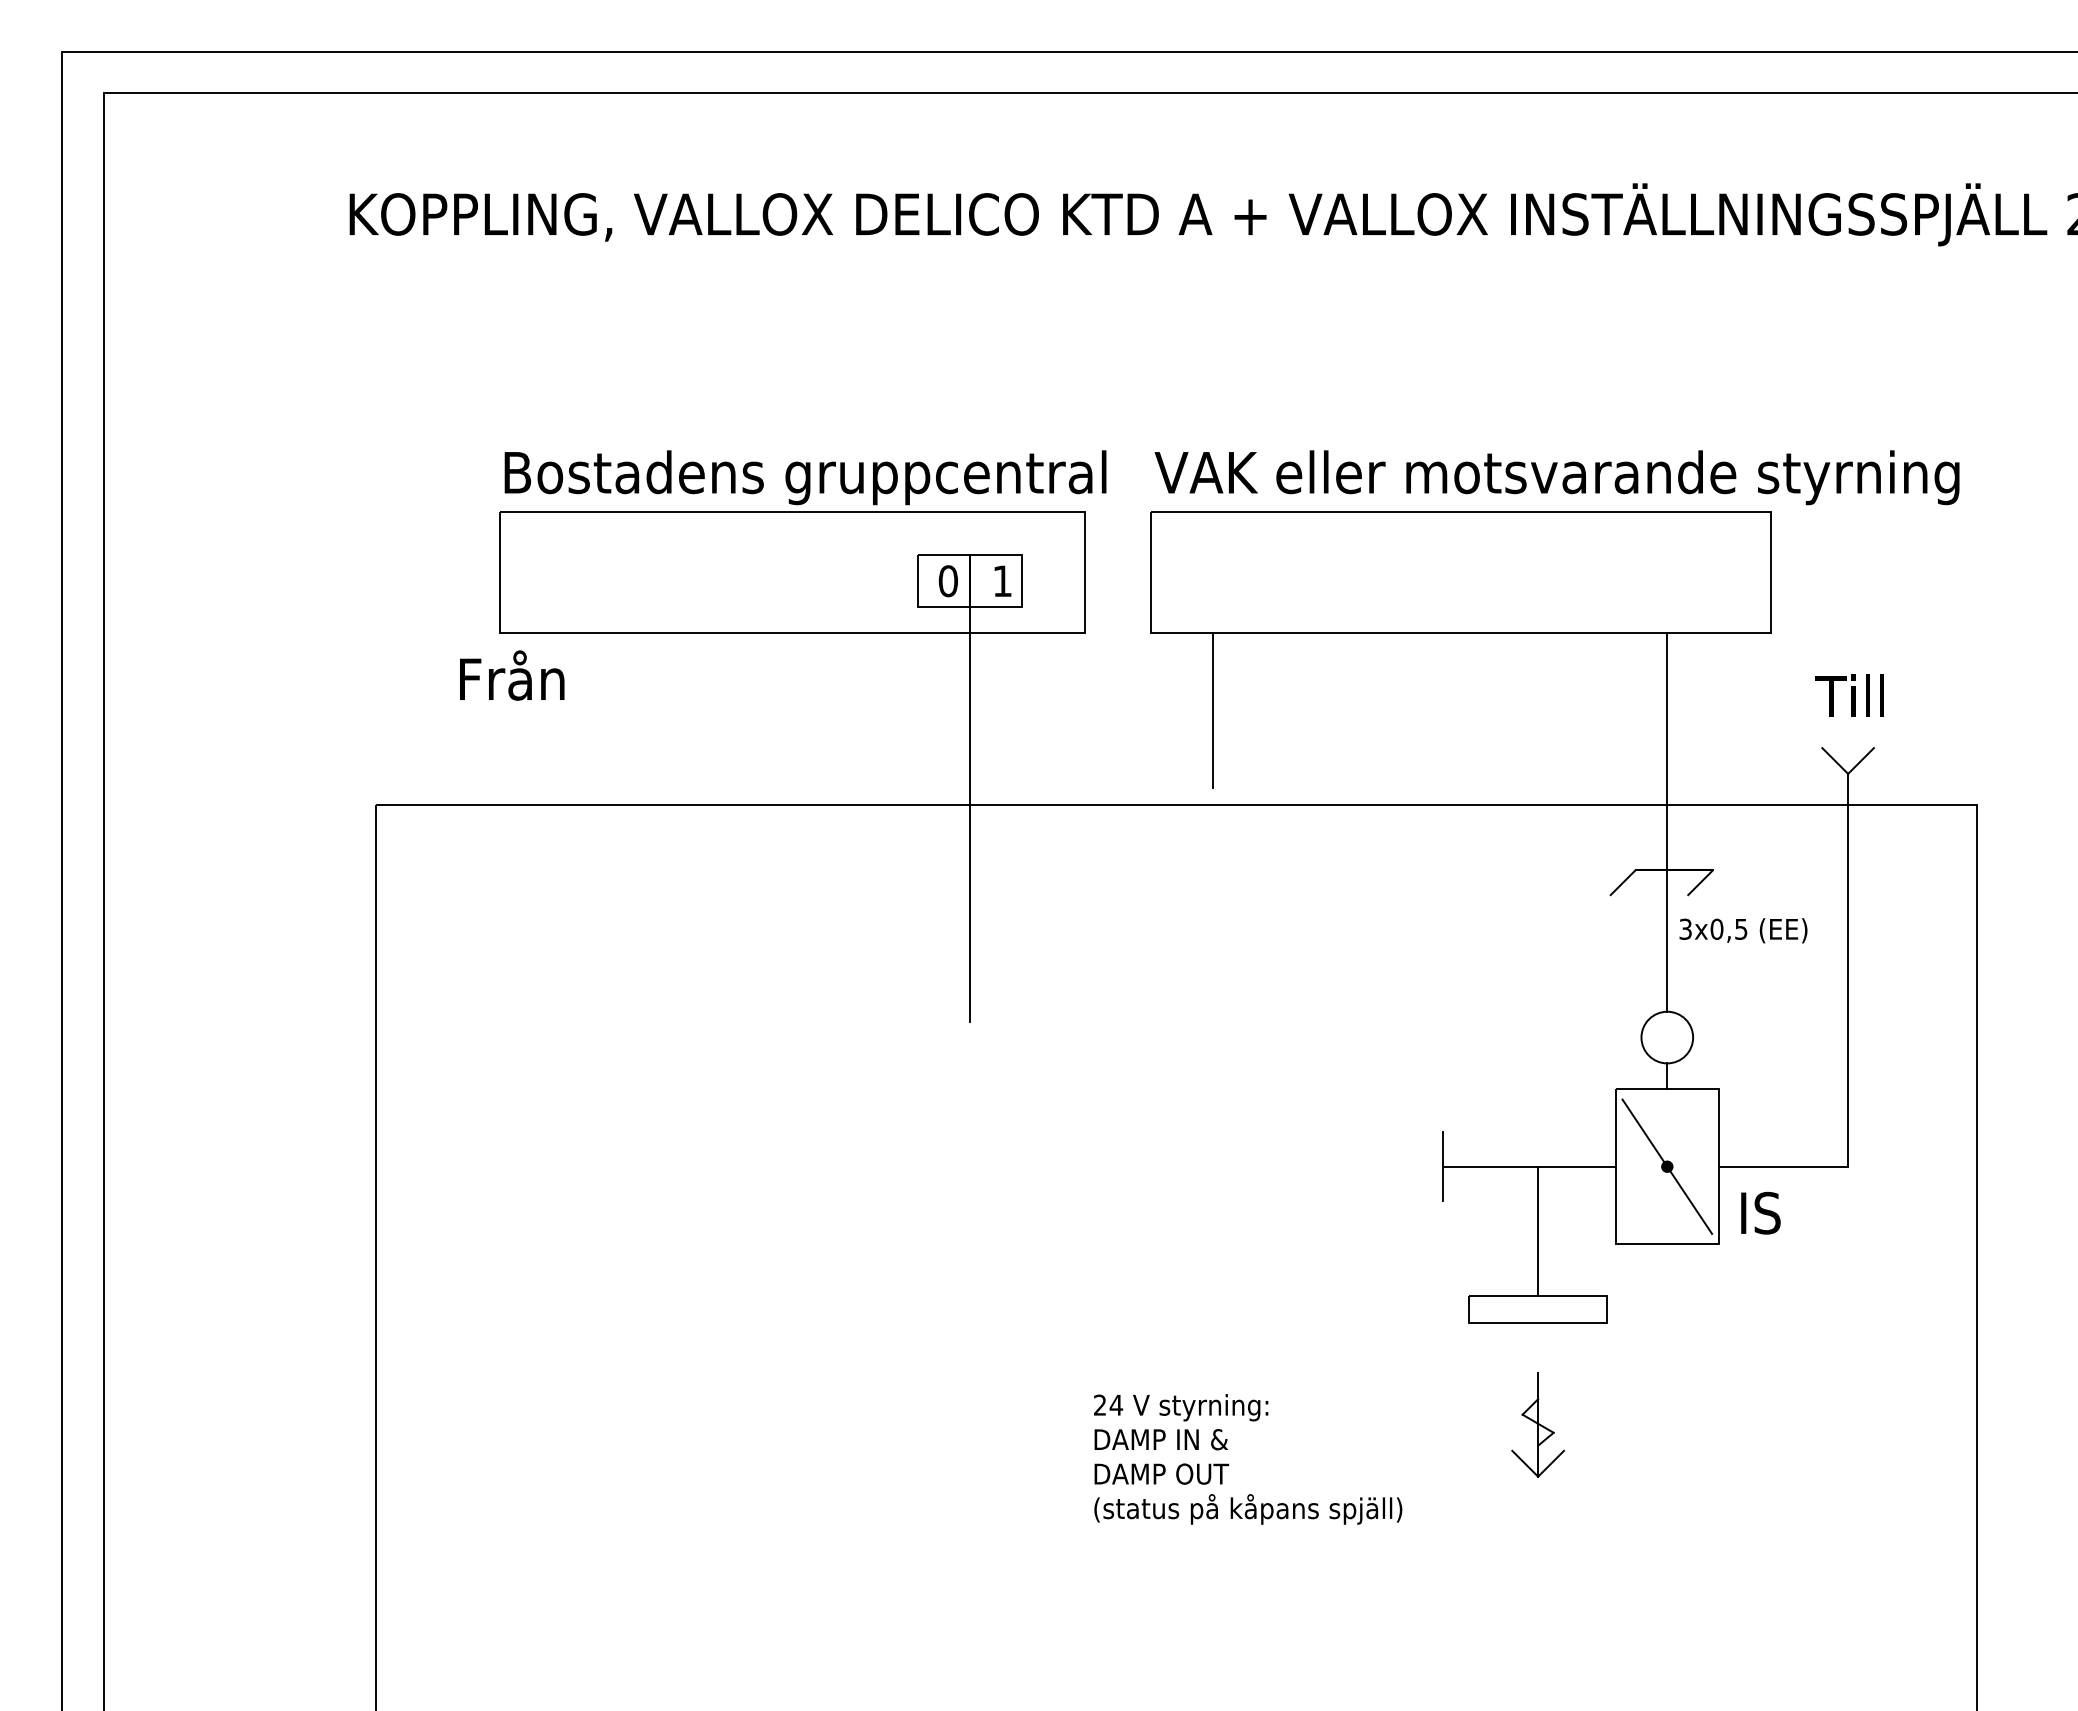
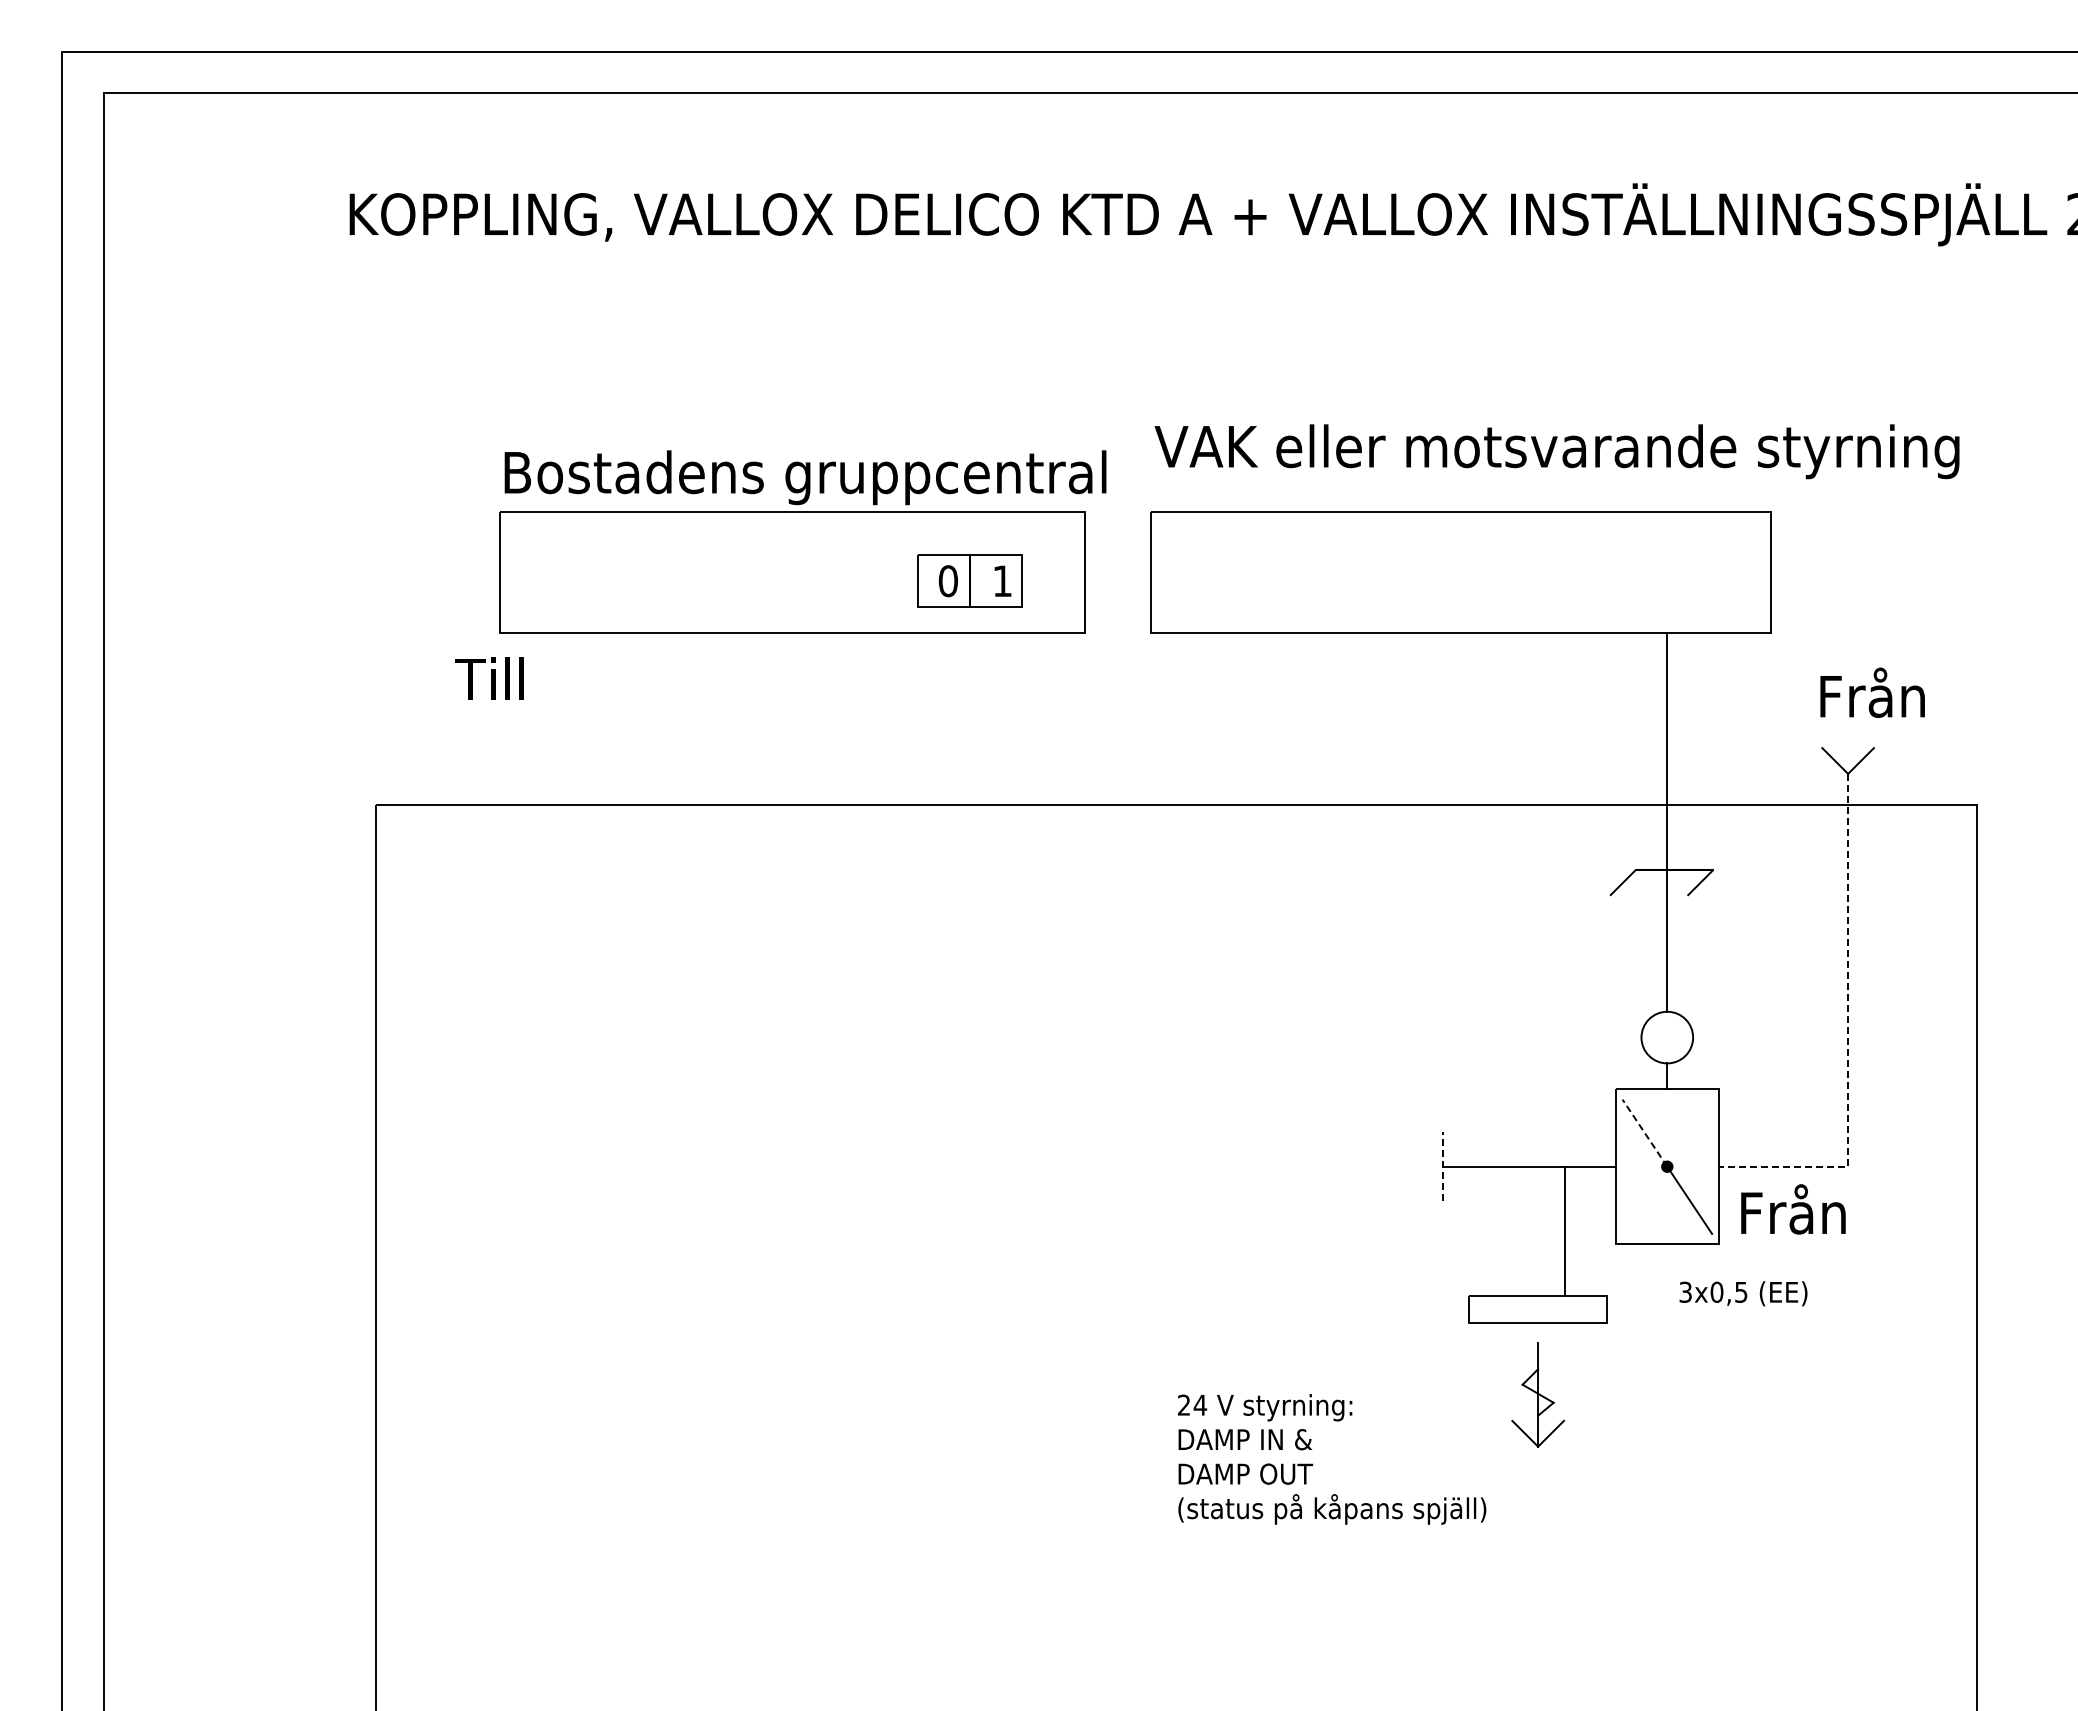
text at (1556, 477) position: (1556, 477) -> (1556, 451)
text at (509, 675): Från -> Till
text at (1869, 692): Till -> Från
line at (1212, 709): present -> none
line at (969, 814): present -> none
text at (1743, 930) position: (1743, 930) -> (1743, 1293)
line at (1848, 1036): solid -> dashed
line at (1644, 1132): solid -> dashed
line at (1443, 1166): solid -> dashed
text at (1795, 1209): IS -> Från
line at (1538, 1230) position: (1538, 1230) -> (1565, 1230)
part at (1537, 1424) position: (1537, 1424) -> (1537, 1394)
text at (1248, 1459) position: (1248, 1459) -> (1332, 1459)
